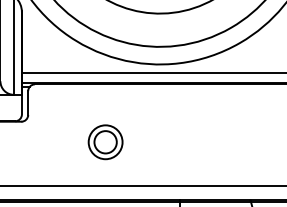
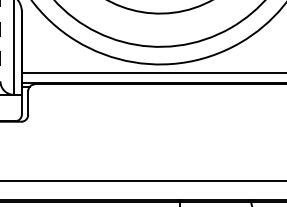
line at (0, 41): solid -> dashed
part at (105, 142): present -> none
line at (142, 185) position: (142, 185) -> (142, 180)
